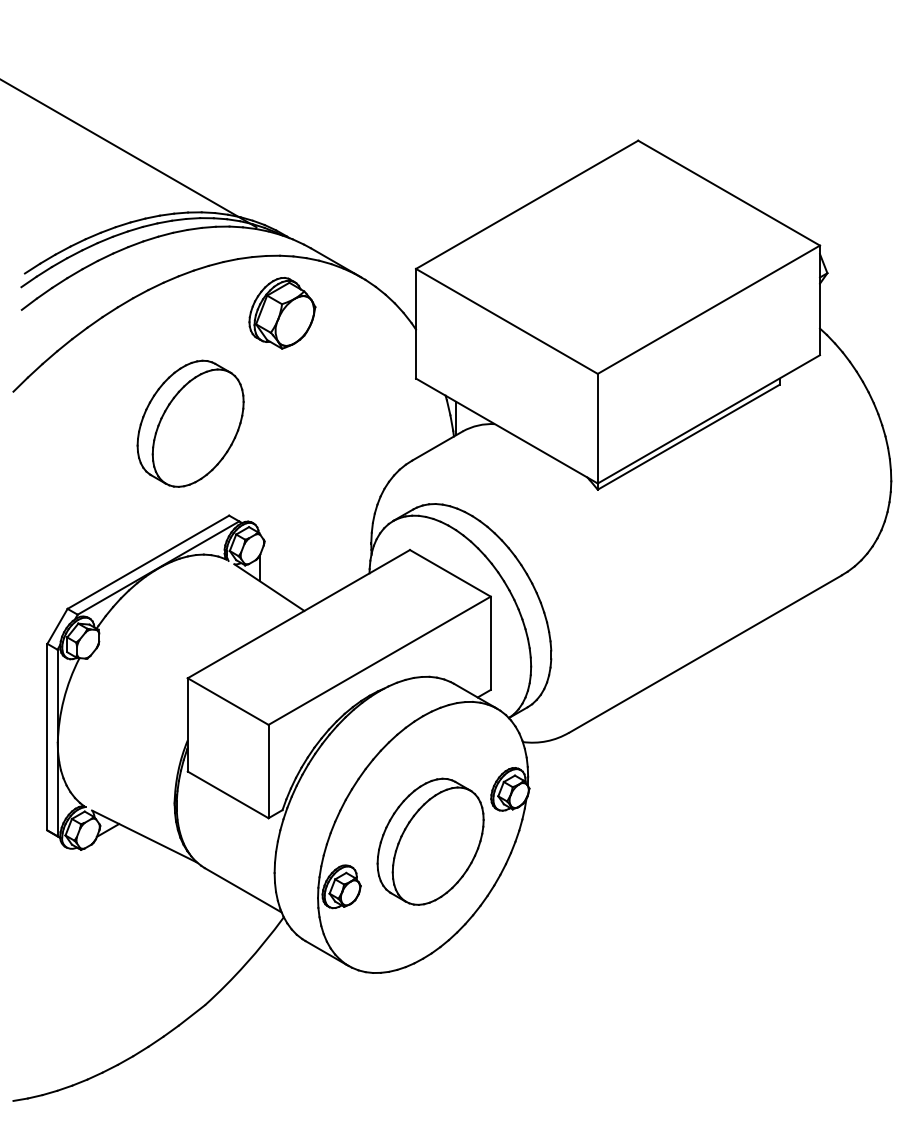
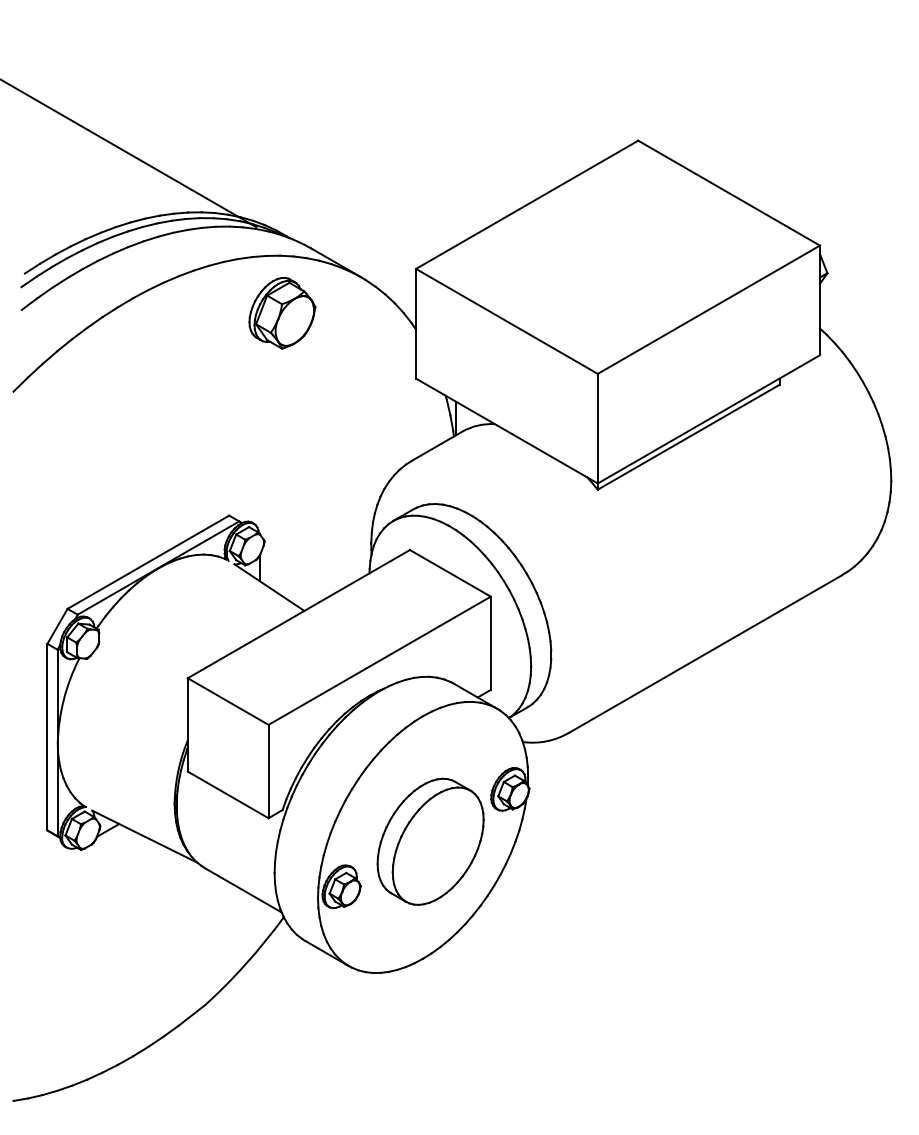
part at (190, 423): present -> none
